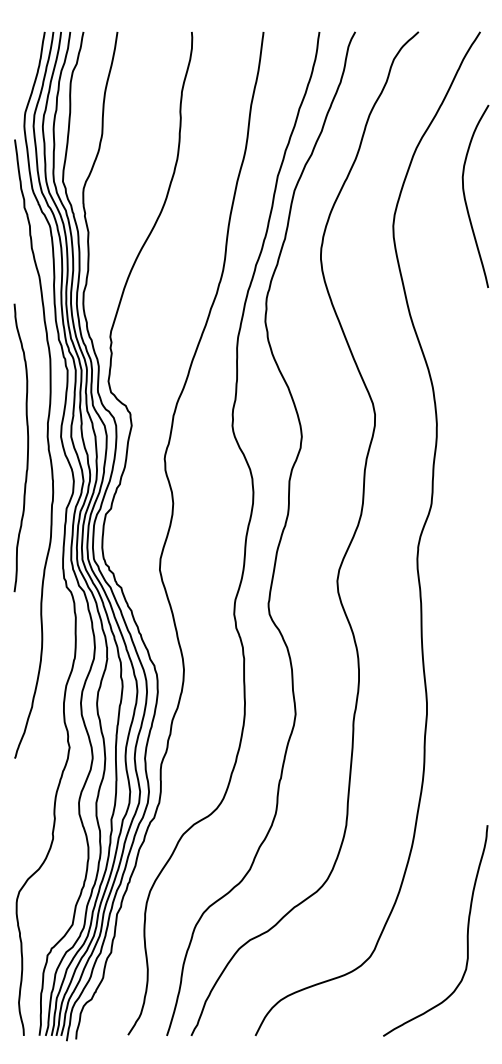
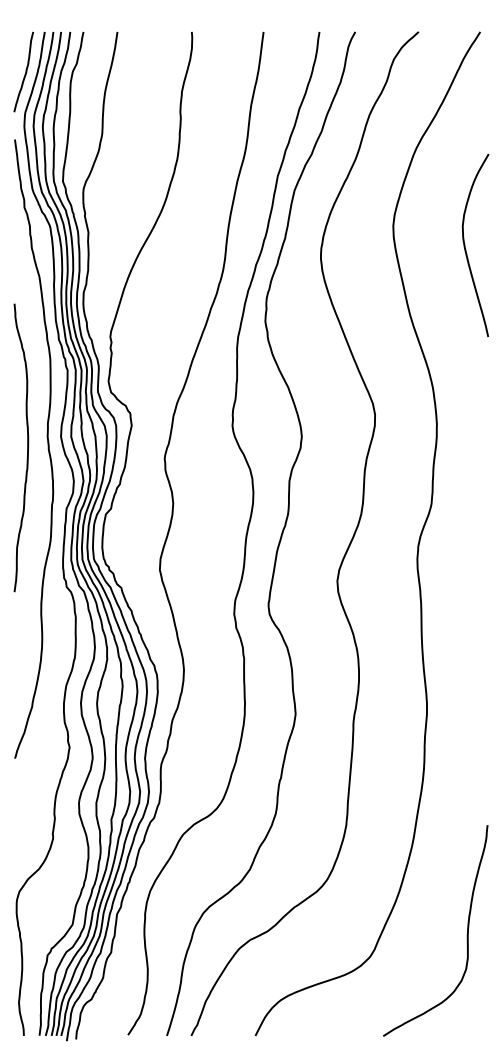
curve at (25, 71): none -> present
curve at (465, 195) position: (465, 195) -> (465, 244)
